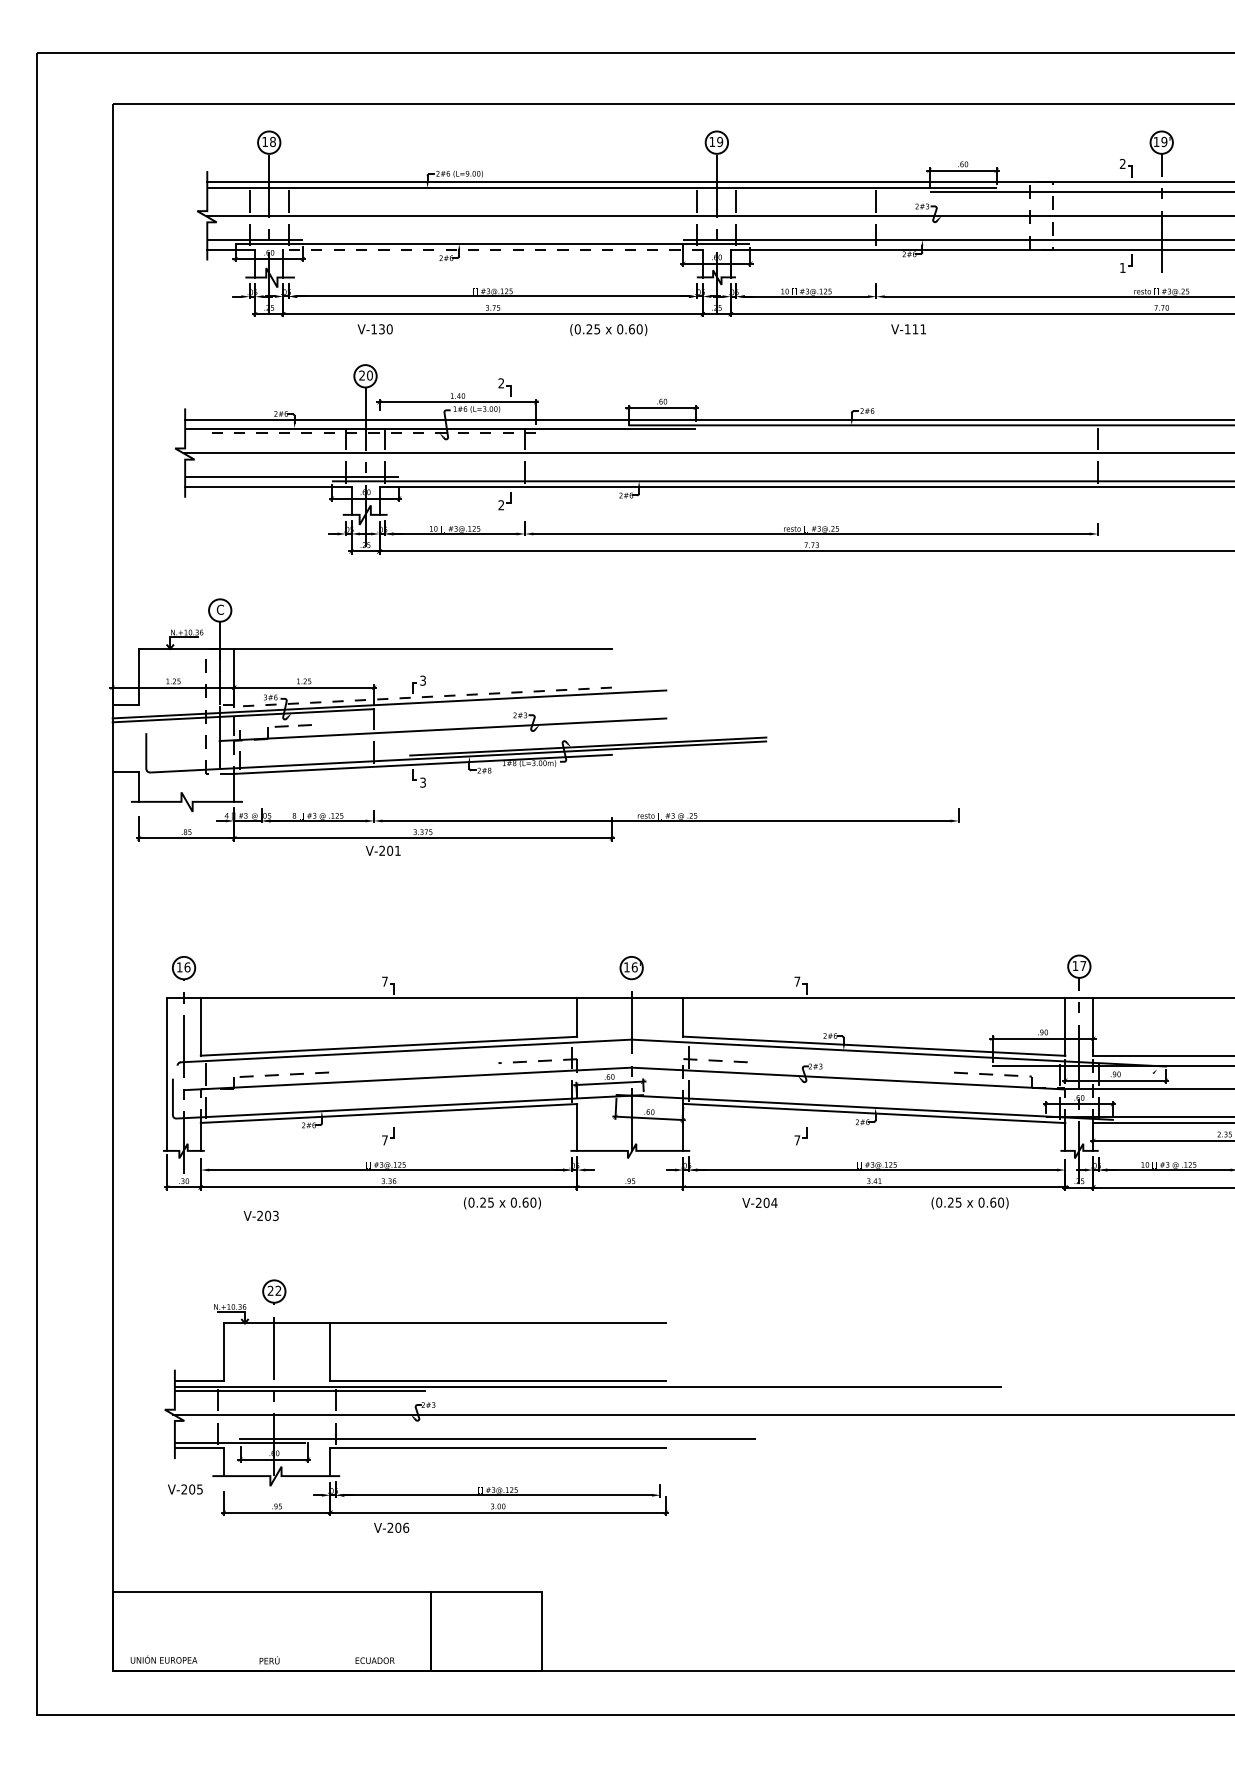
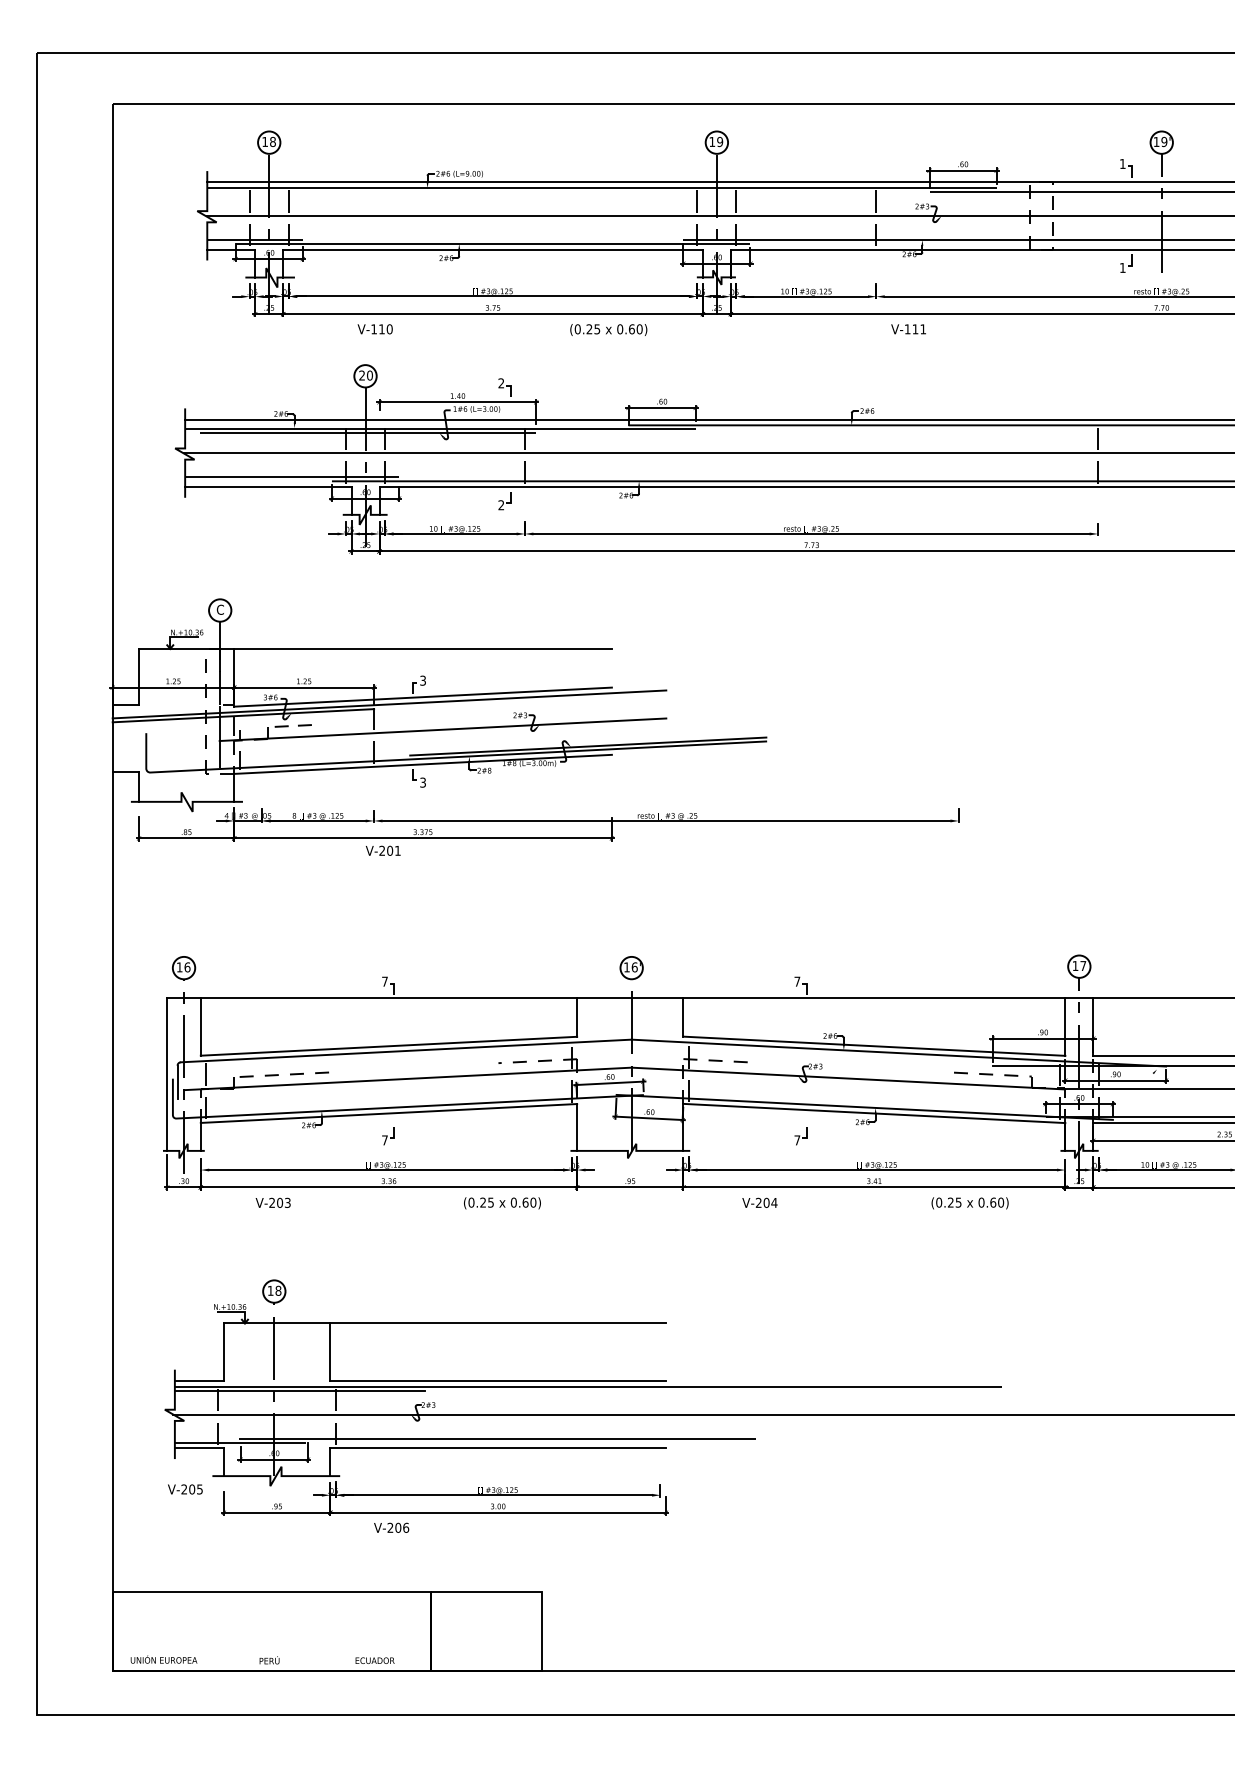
text at (1122, 163): 2 -> 1
line at (493, 249): dashed -> solid
text at (381, 329): V-130 -> V-110
line at (368, 433): dashed -> solid
line at (422, 697): dashed -> solid
line at (177, 1081): none -> present
text at (260, 1215) position: (260, 1215) -> (272, 1202)
text at (274, 1290): 22 -> 18
